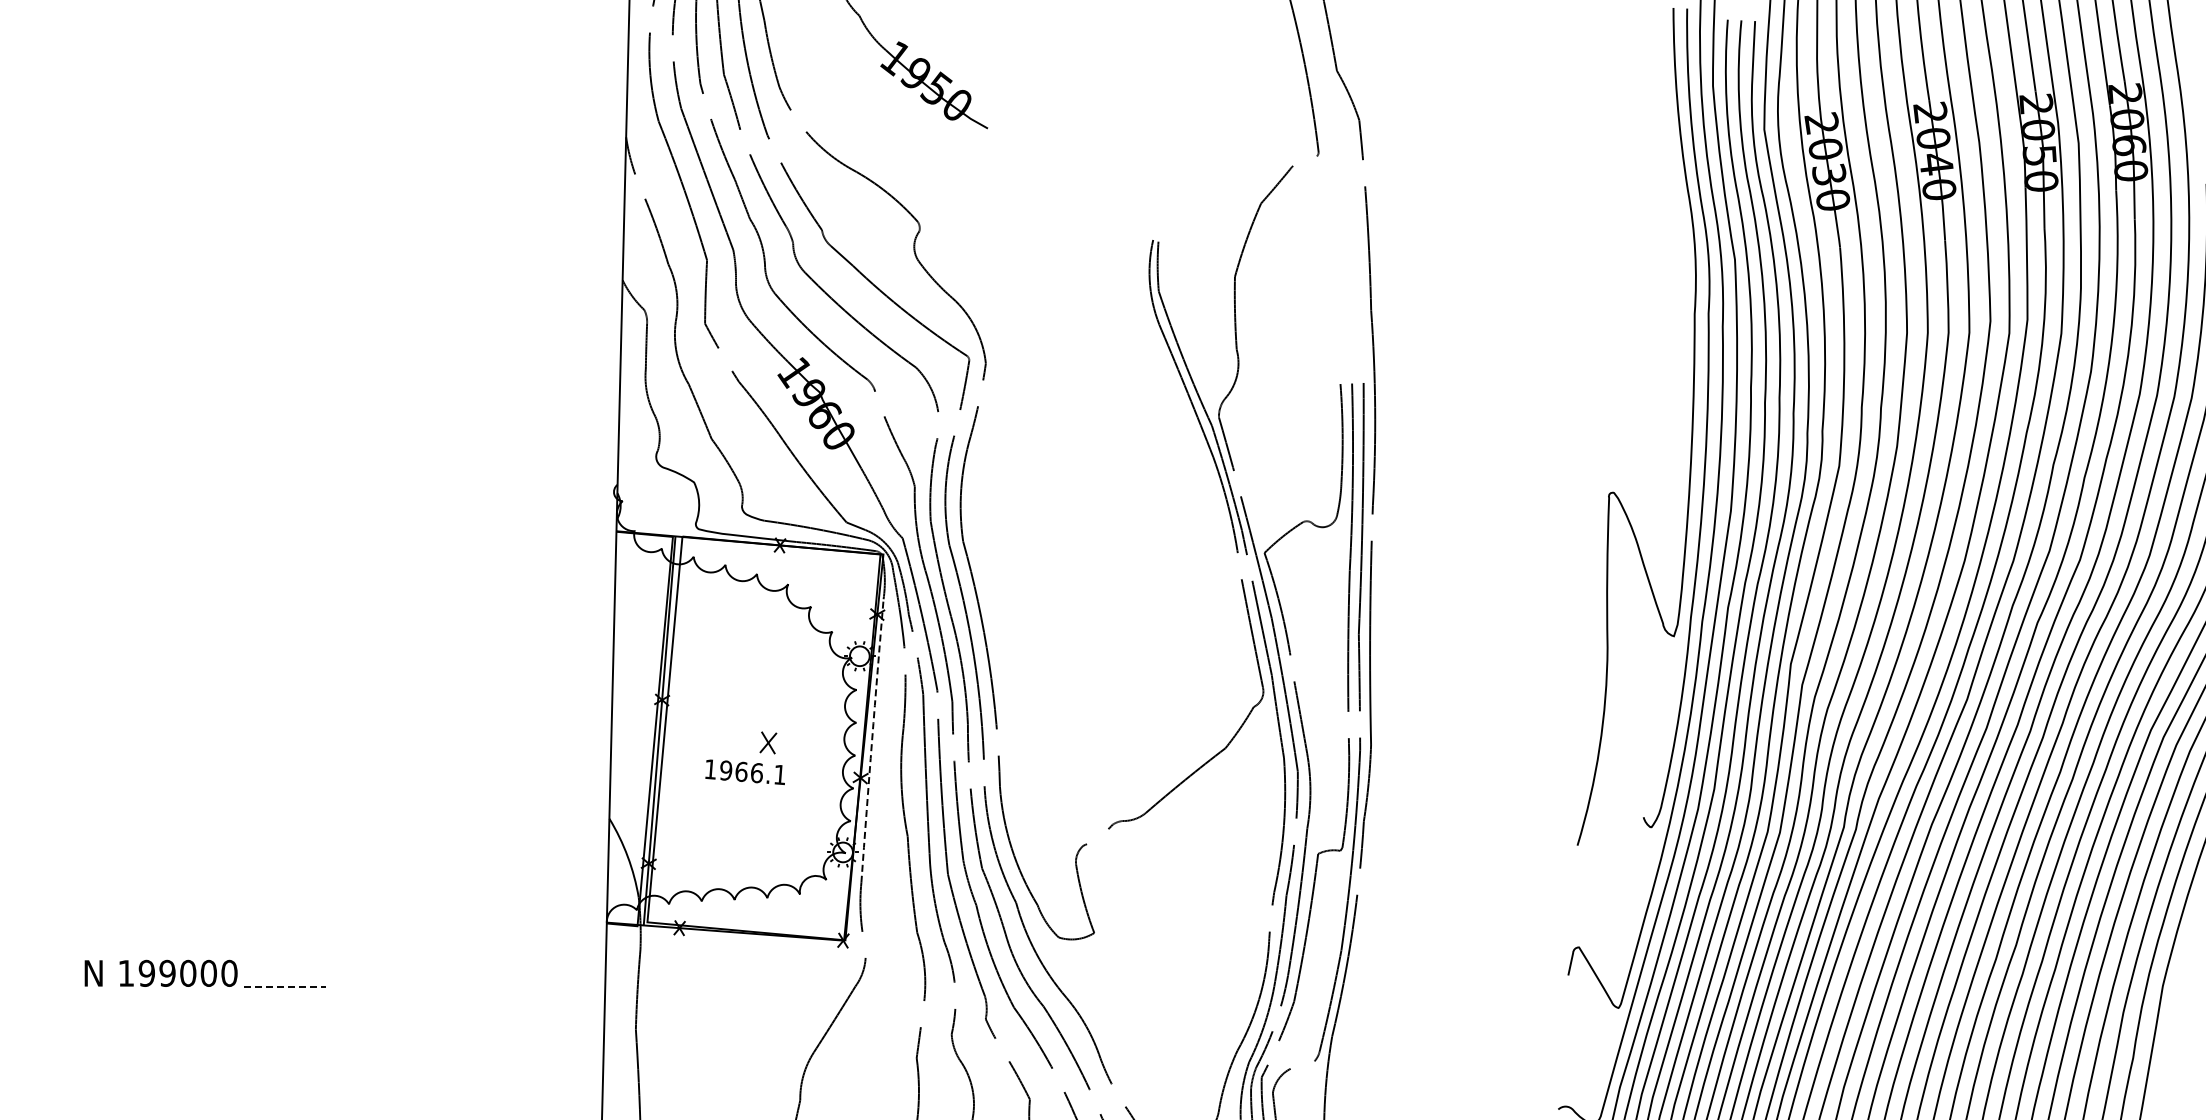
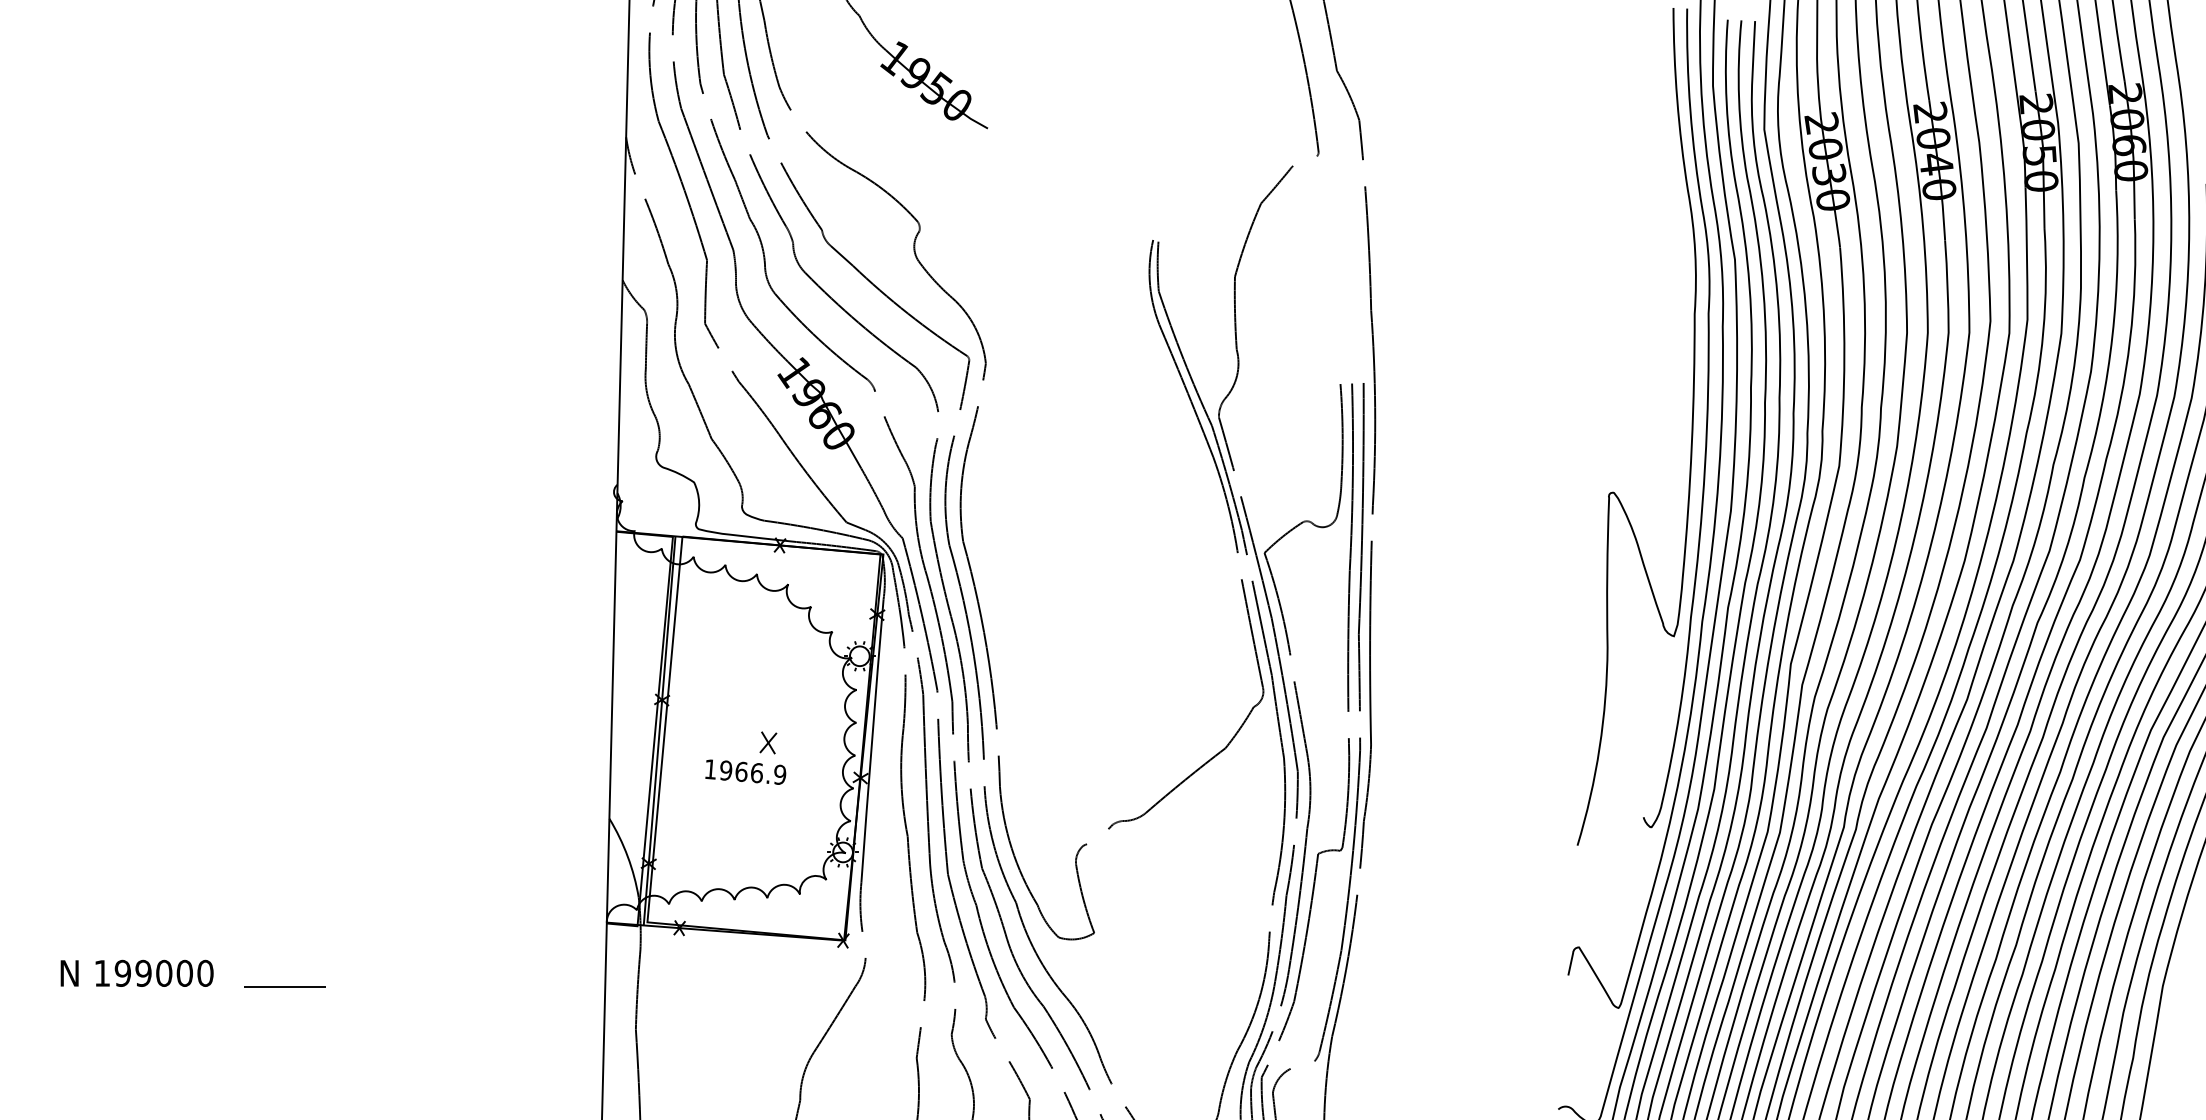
line at (872, 740): dashed -> solid
text at (780, 774): 1966.1 -> 1966.9
text at (160, 972) position: (160, 972) -> (136, 972)
line at (285, 986): dashed -> solid
